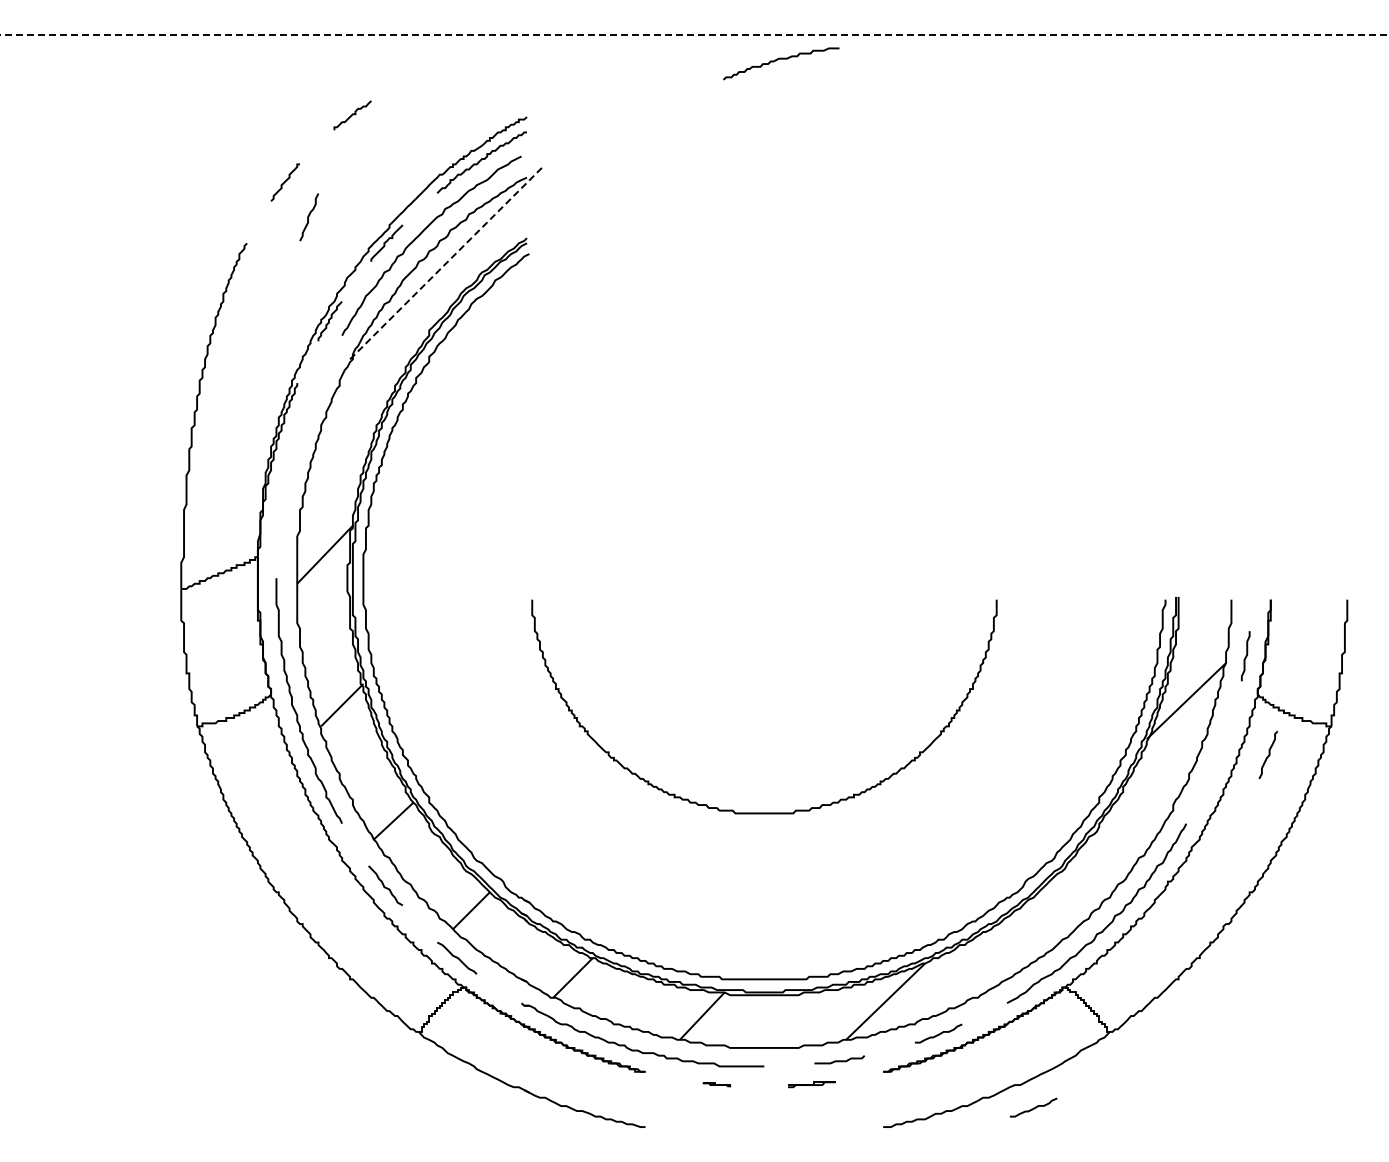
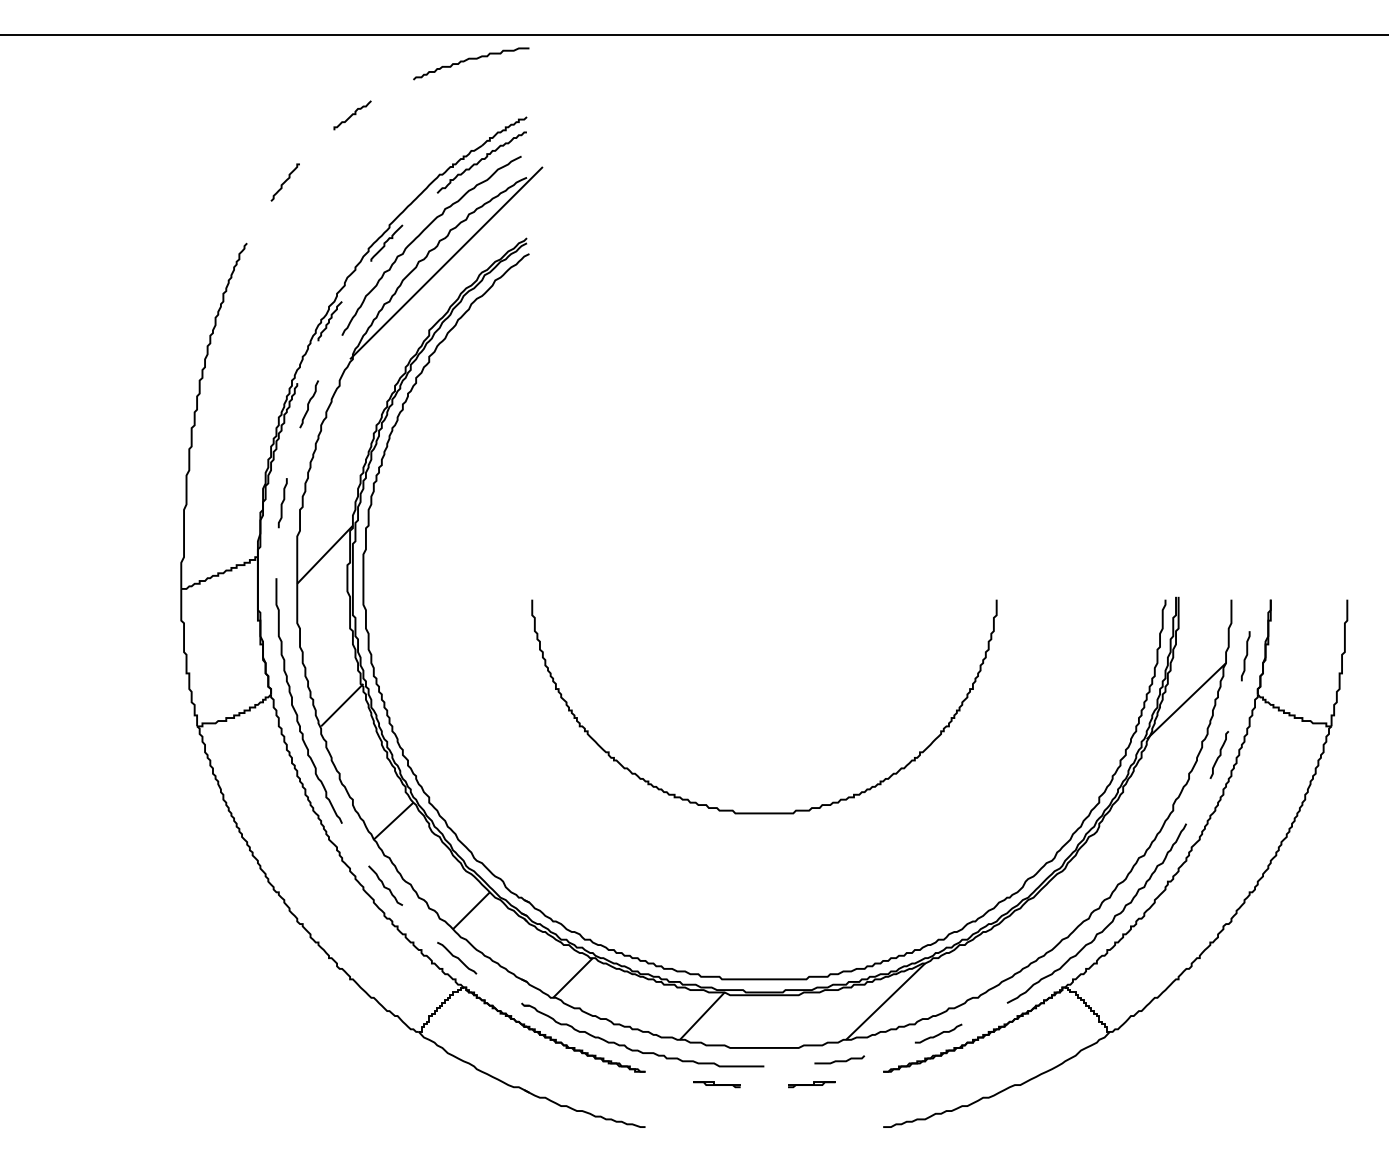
line at (694, 34): dashed -> solid
curve at (781, 59) position: (781, 59) -> (471, 59)
curve at (308, 217) position: (308, 217) -> (308, 404)
line at (446, 262): dashed -> solid
curve at (282, 503): none -> present
curve at (1268, 754) position: (1268, 754) -> (1219, 754)
part at (716, 1084) size: 30x6 px -> 48x8 px
curve at (1033, 1107): present -> none
